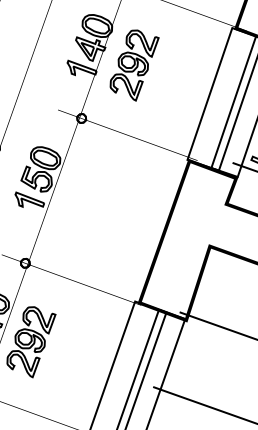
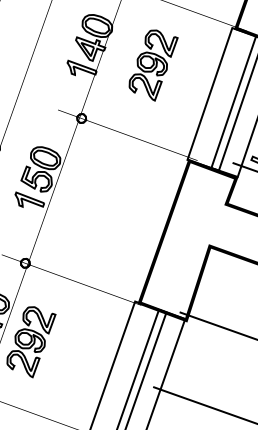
part at (134, 65) position: (134, 65) -> (153, 65)
